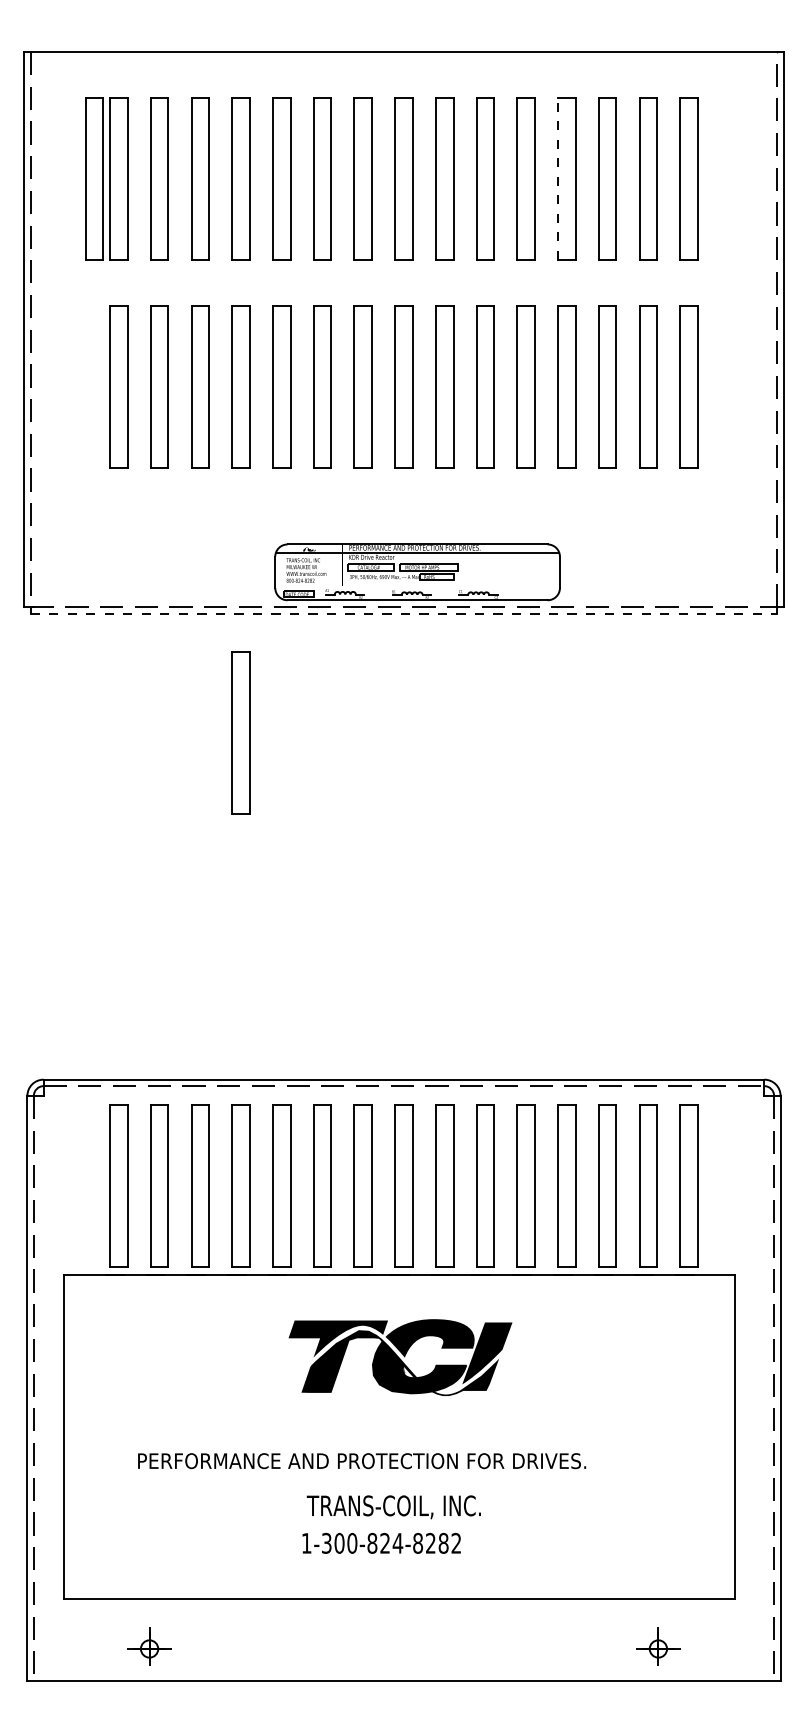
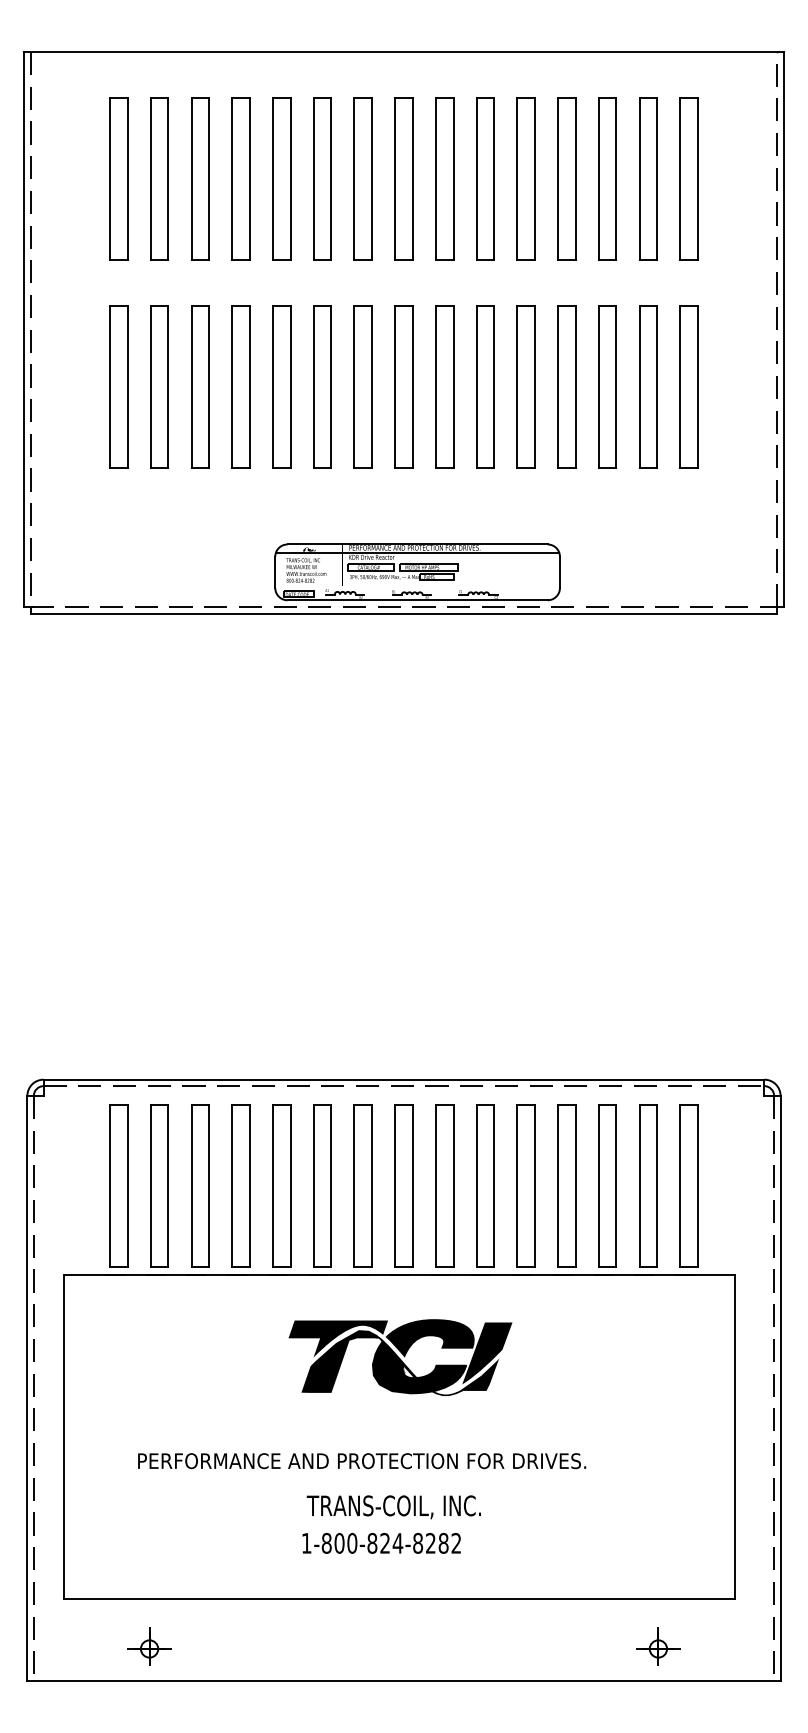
part at (94, 178): present -> none
line at (558, 178): dashed -> solid
line at (404, 613): dashed -> solid
part at (240, 732): present -> none
text at (326, 1543): 1-300-824-8282 -> 1-800-824-8282
